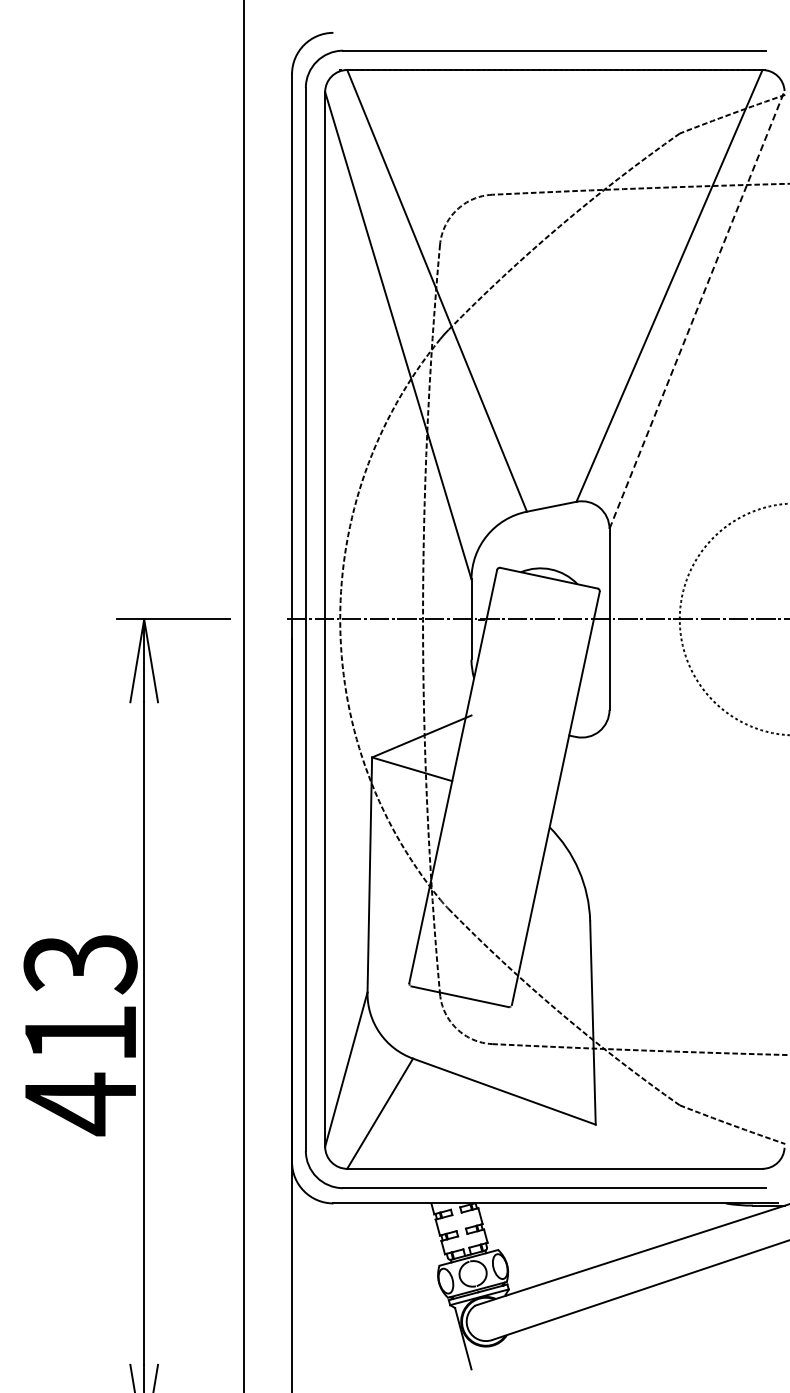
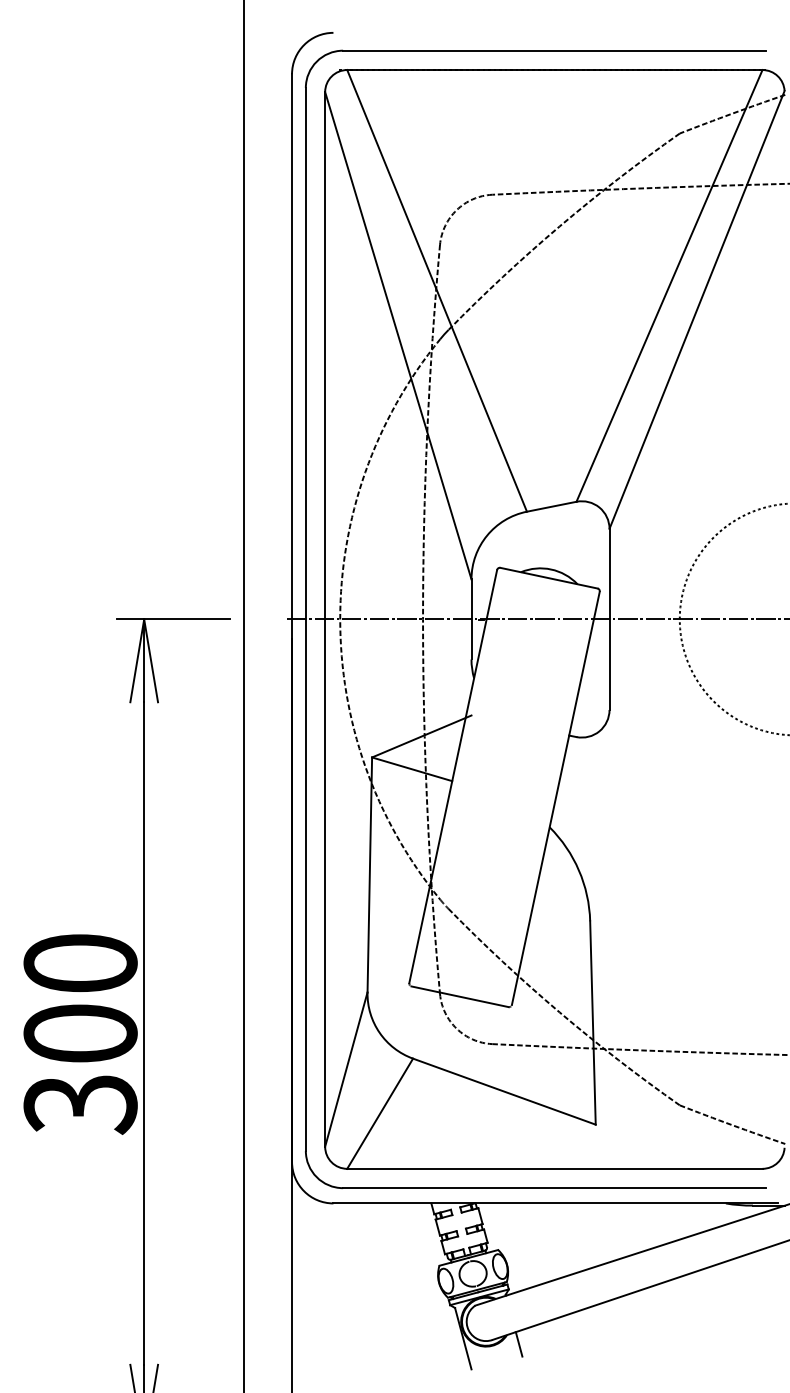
line at (697, 309): dashed -> solid
text at (80, 1035): 413 -> 300
line at (518, 1344): none -> present
